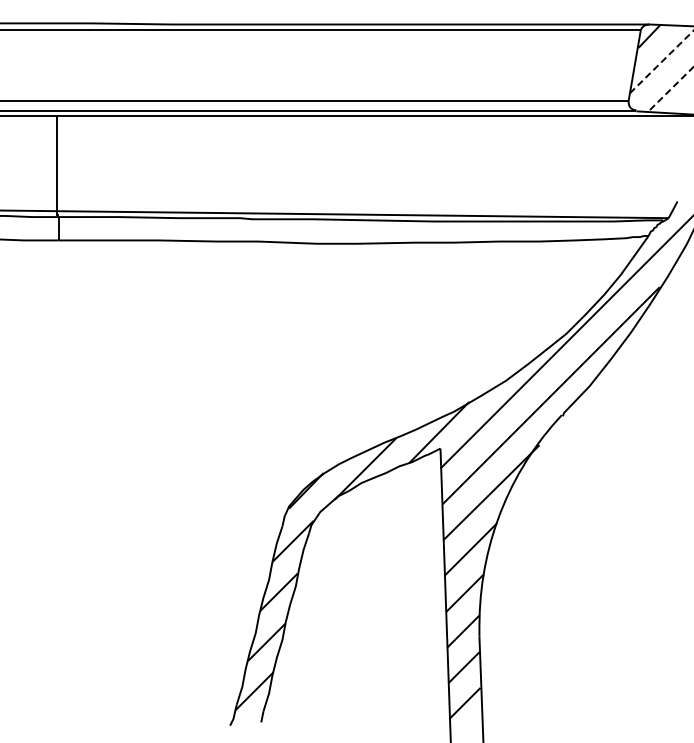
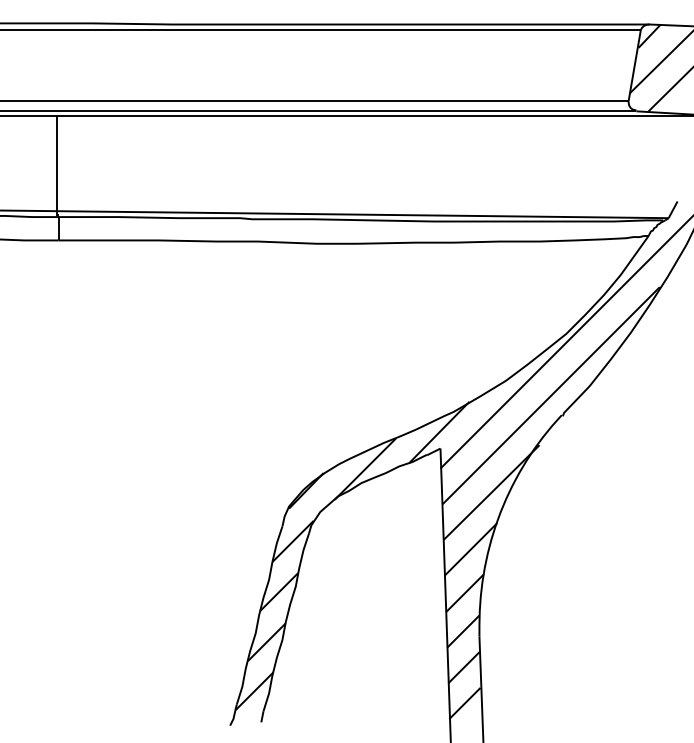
line at (661, 62): dashed -> solid
line at (670, 89): dashed -> solid
